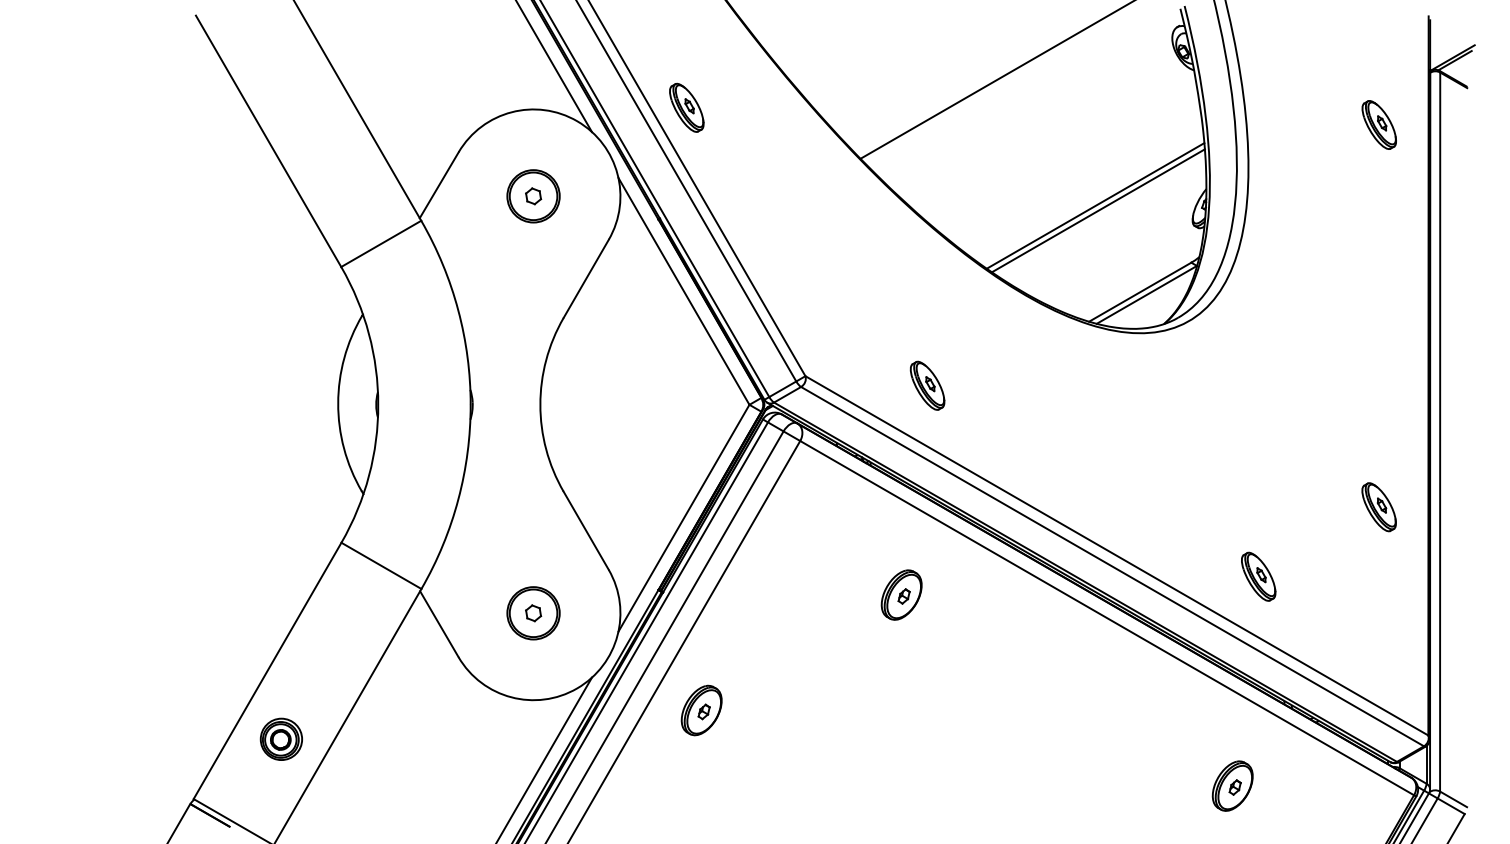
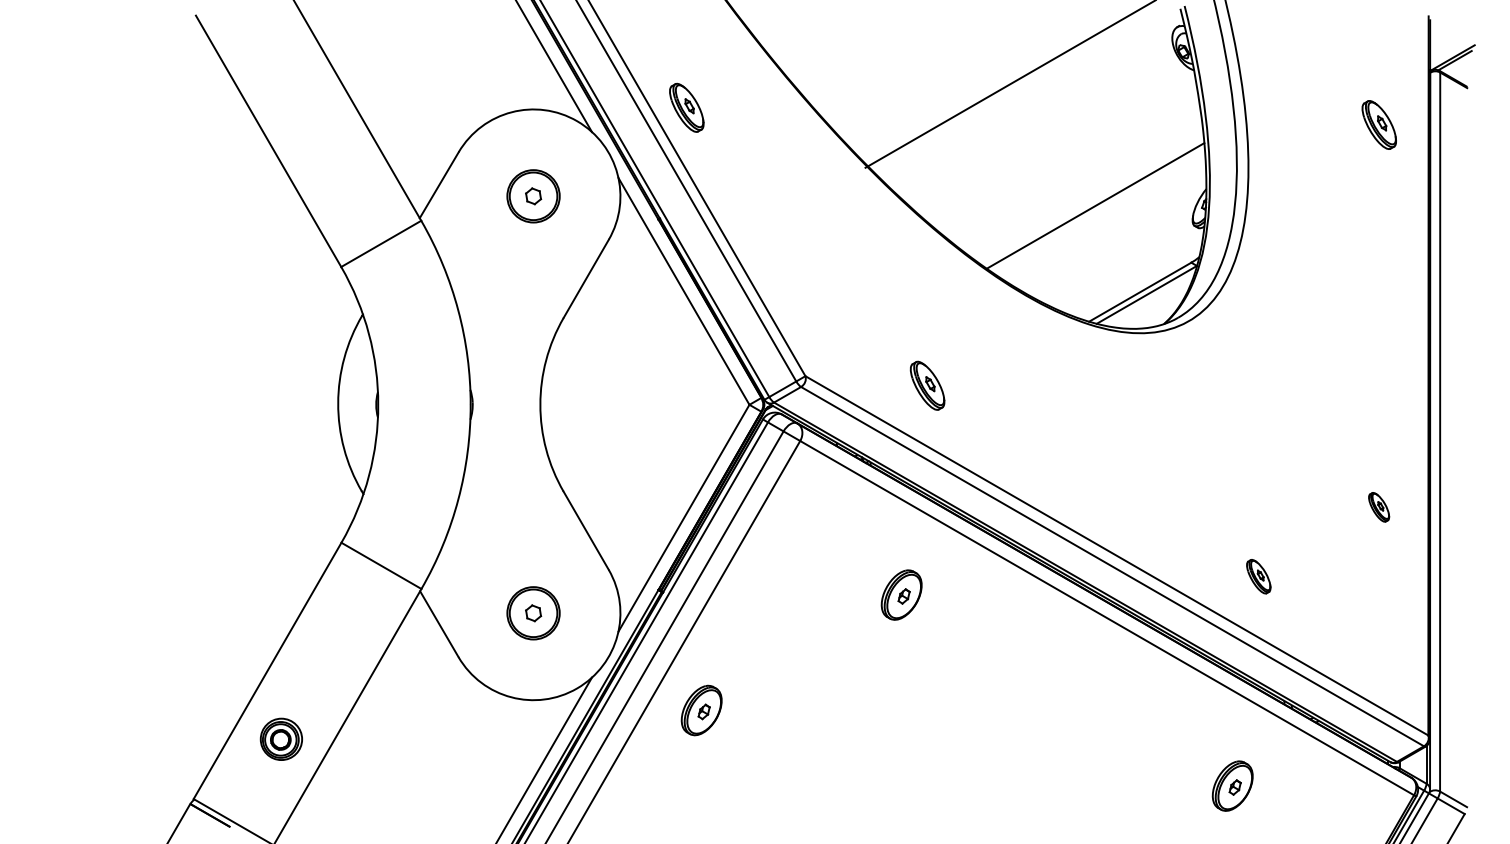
line at (995, 80) position: (995, 80) -> (1008, 84)
line at (1097, 210): present -> none
part at (1378, 507) size: 36x51 px -> 23x31 px
part at (1258, 576) size: 36x51 px -> 26x36 px
